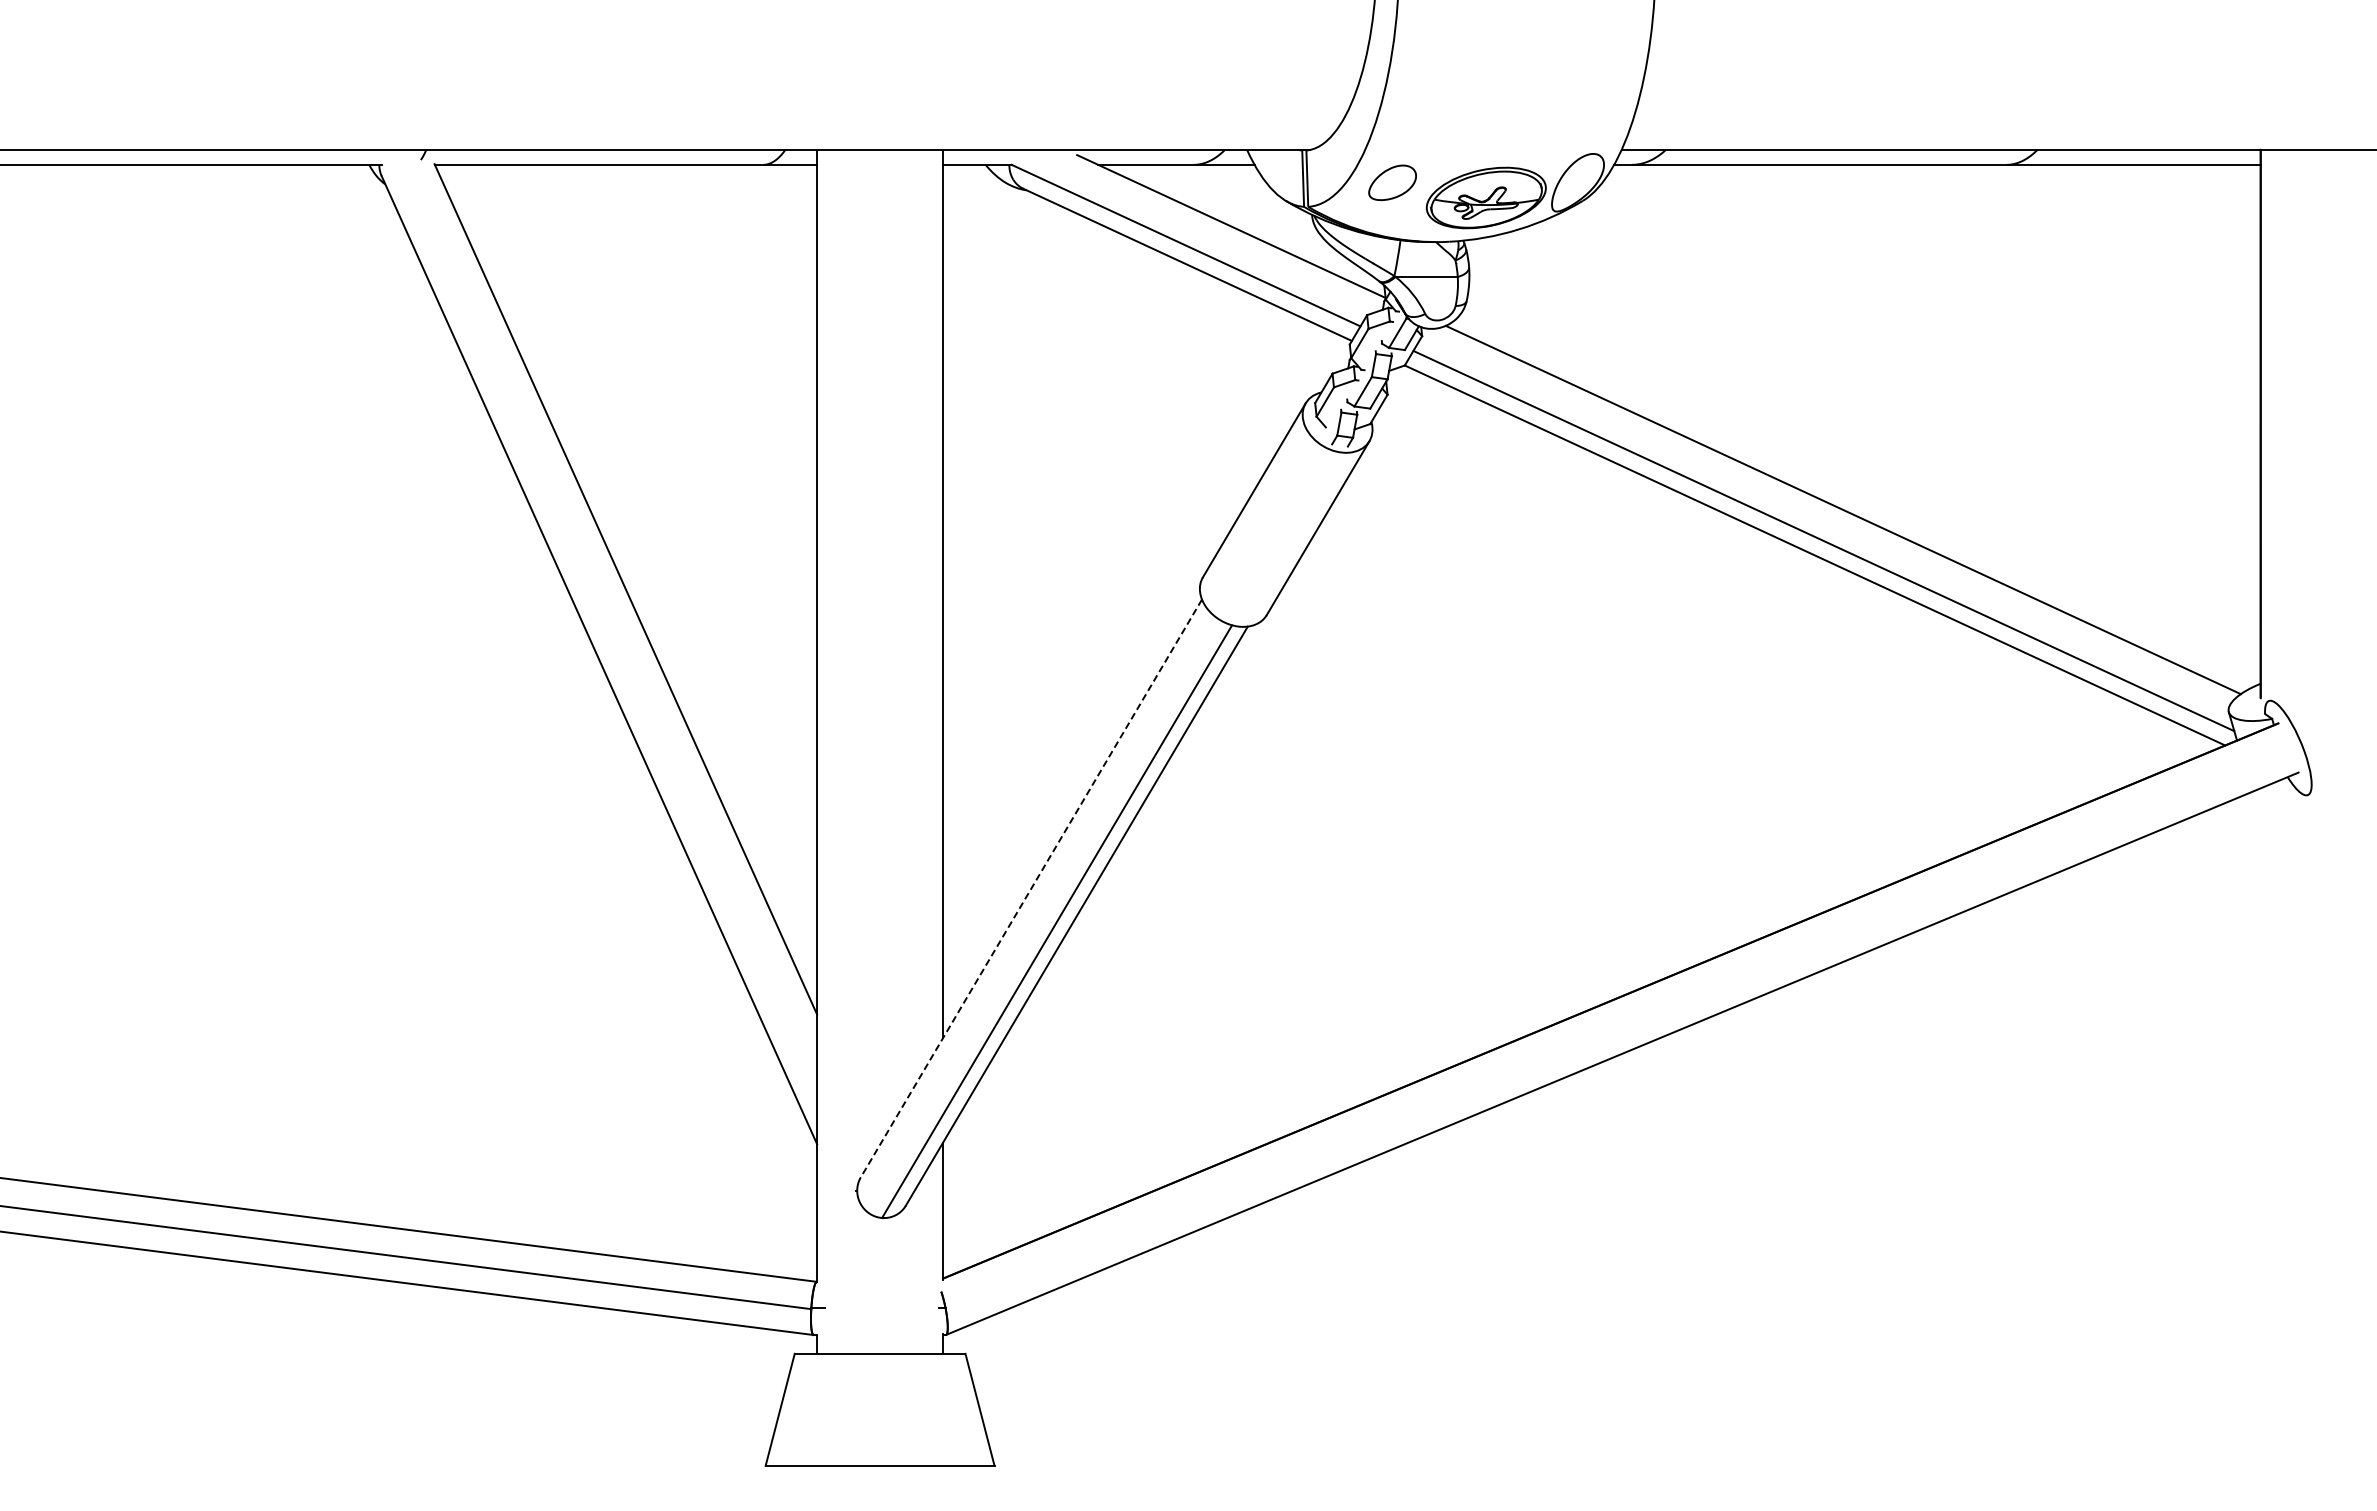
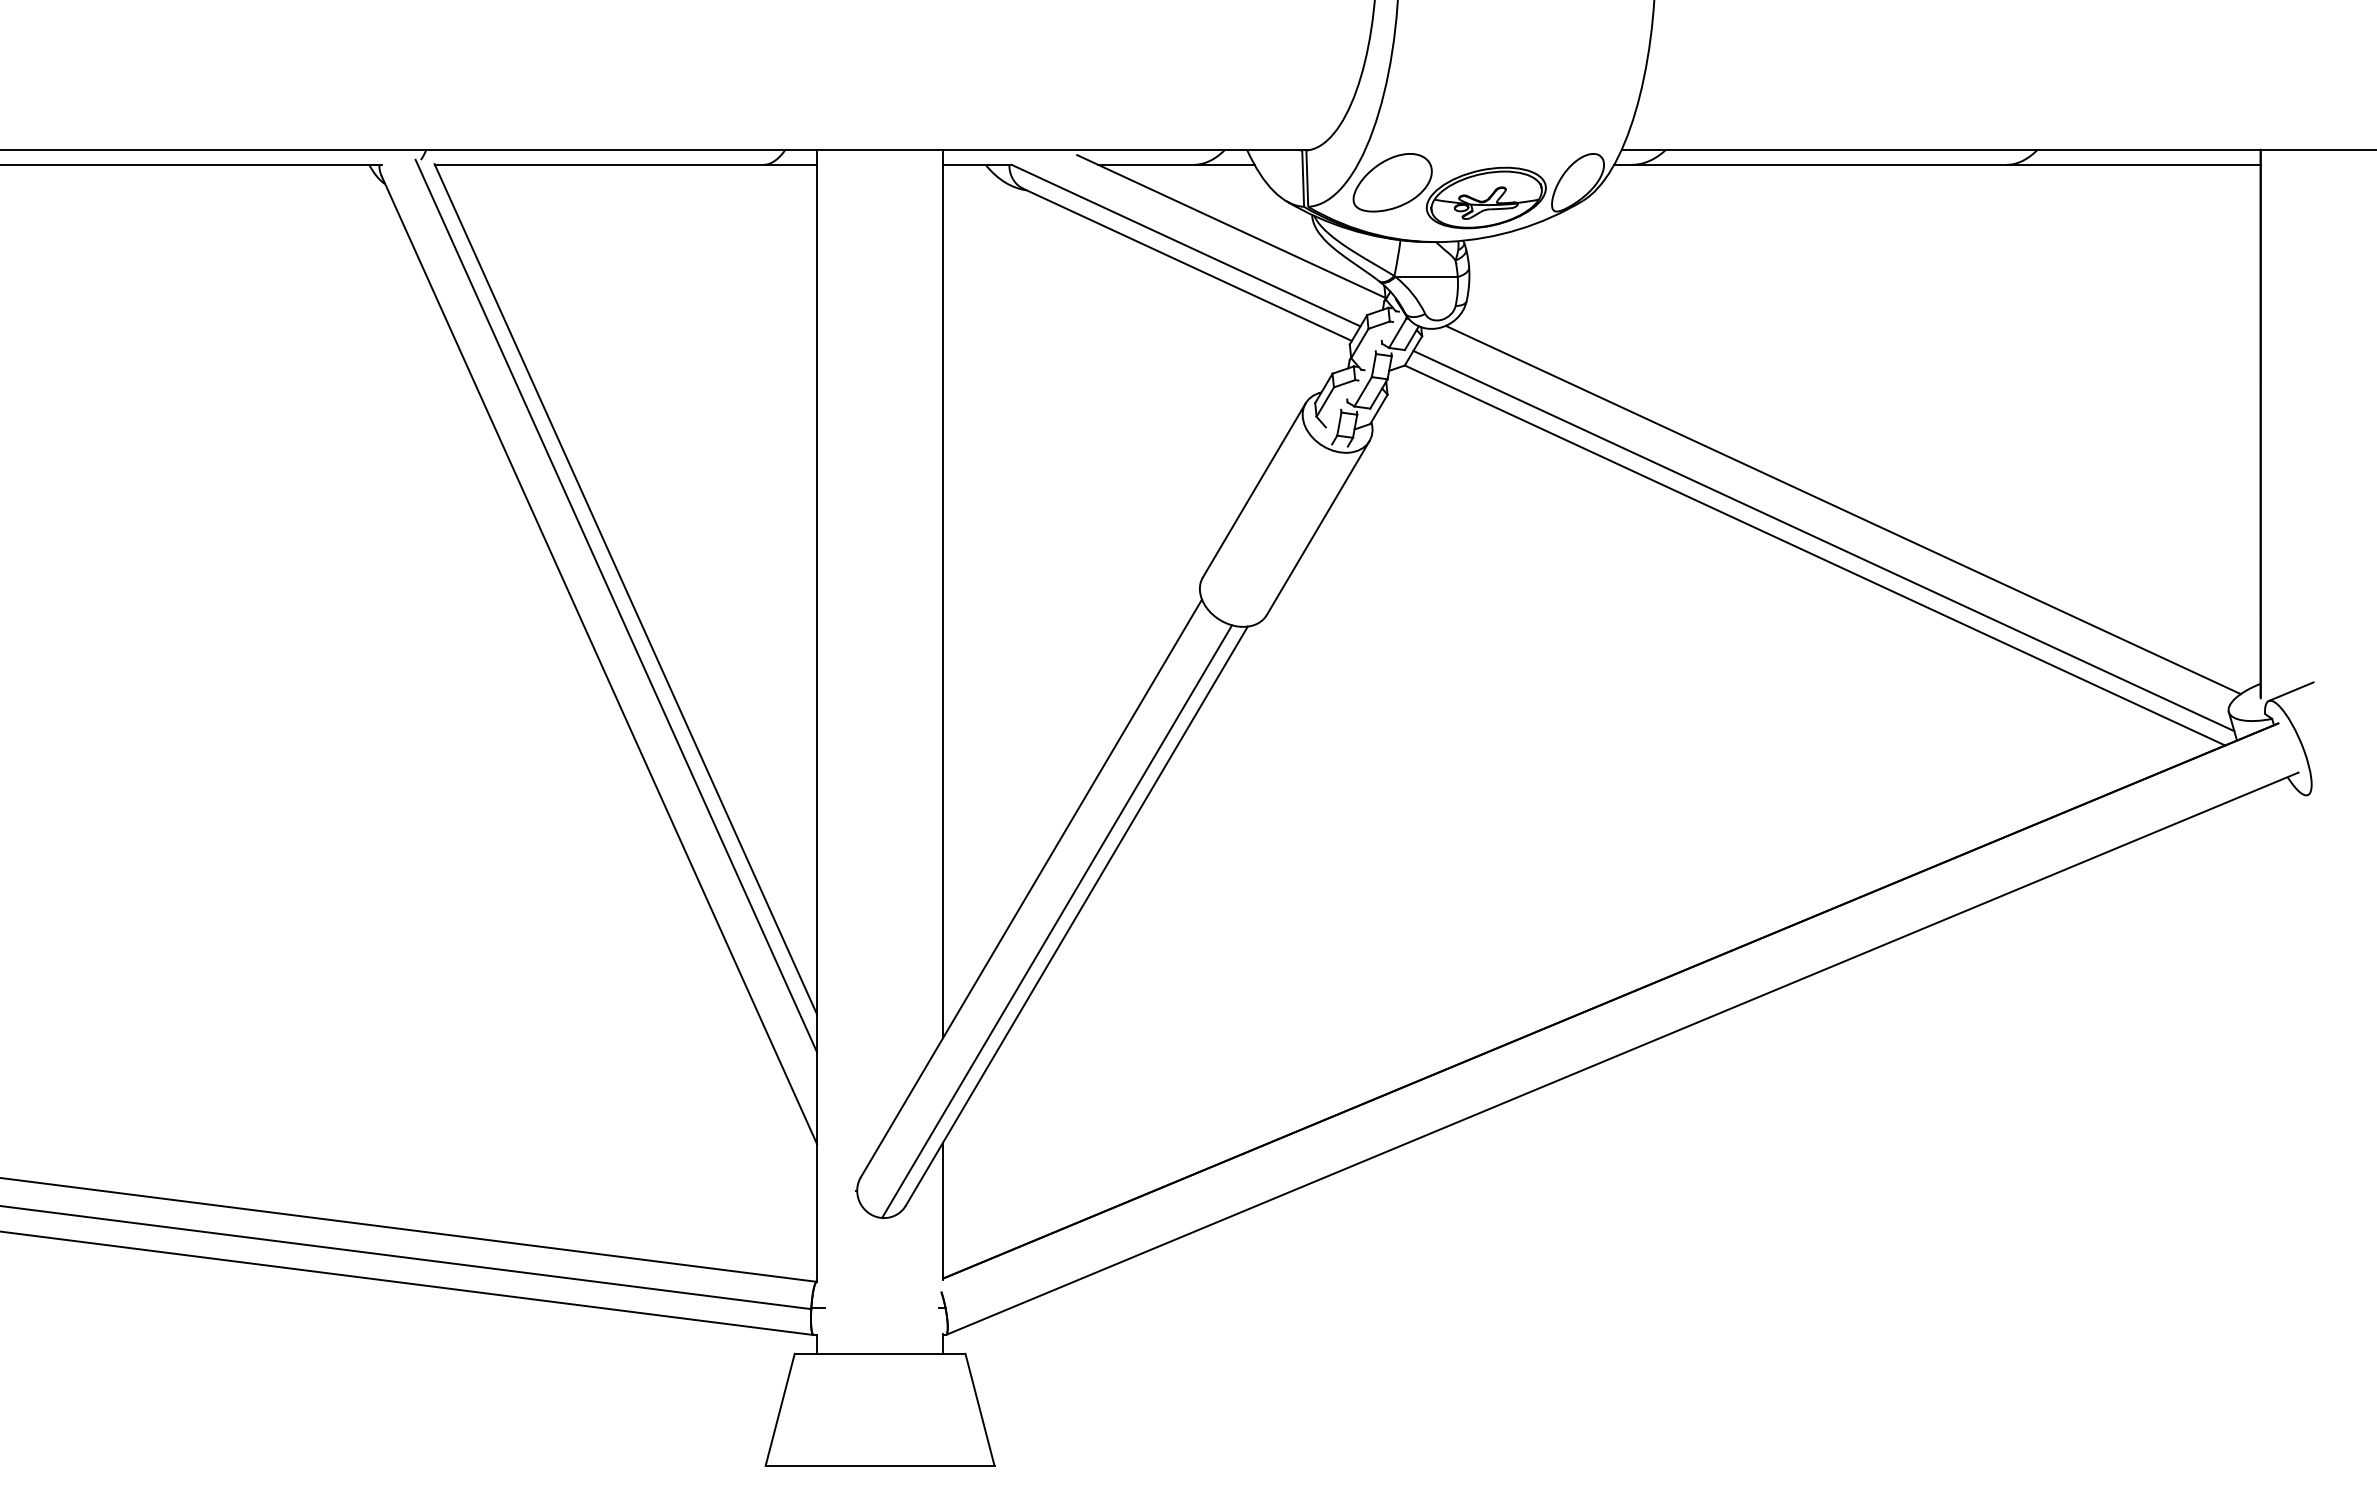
part at (1392, 182) size: 49x37 px -> 81x60 px
line at (616, 605): none -> present
line at (2290, 691): none -> present
line at (1031, 888): dashed -> solid
